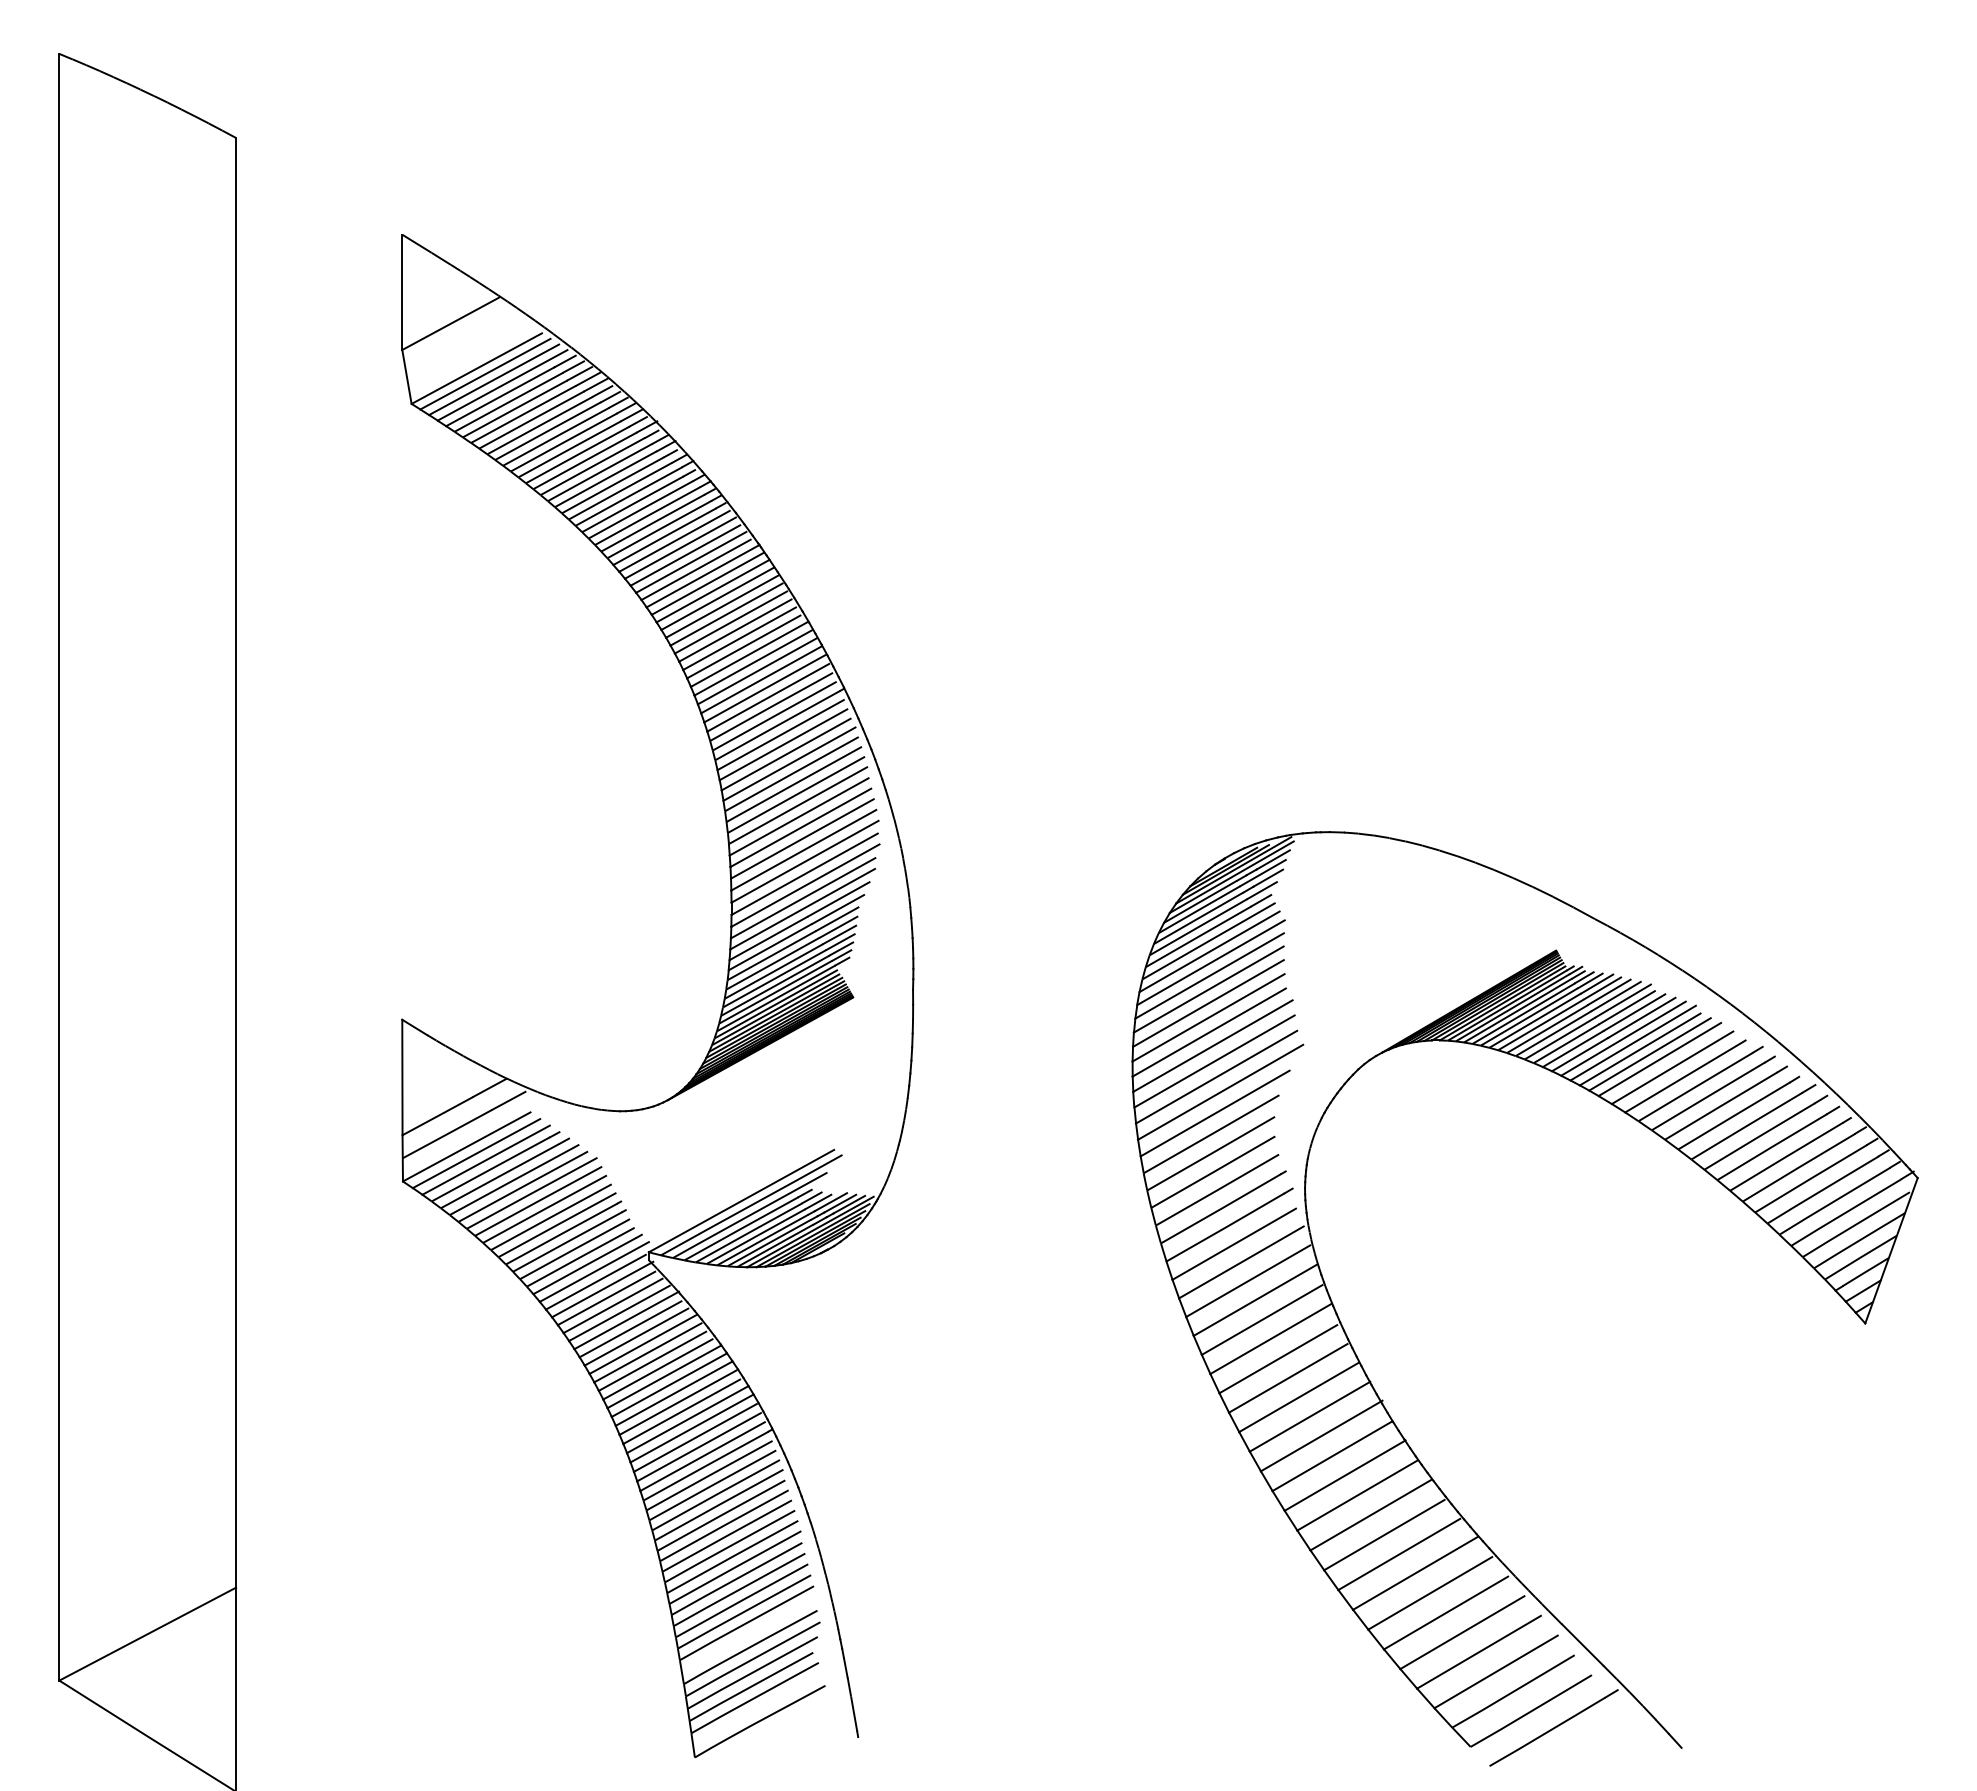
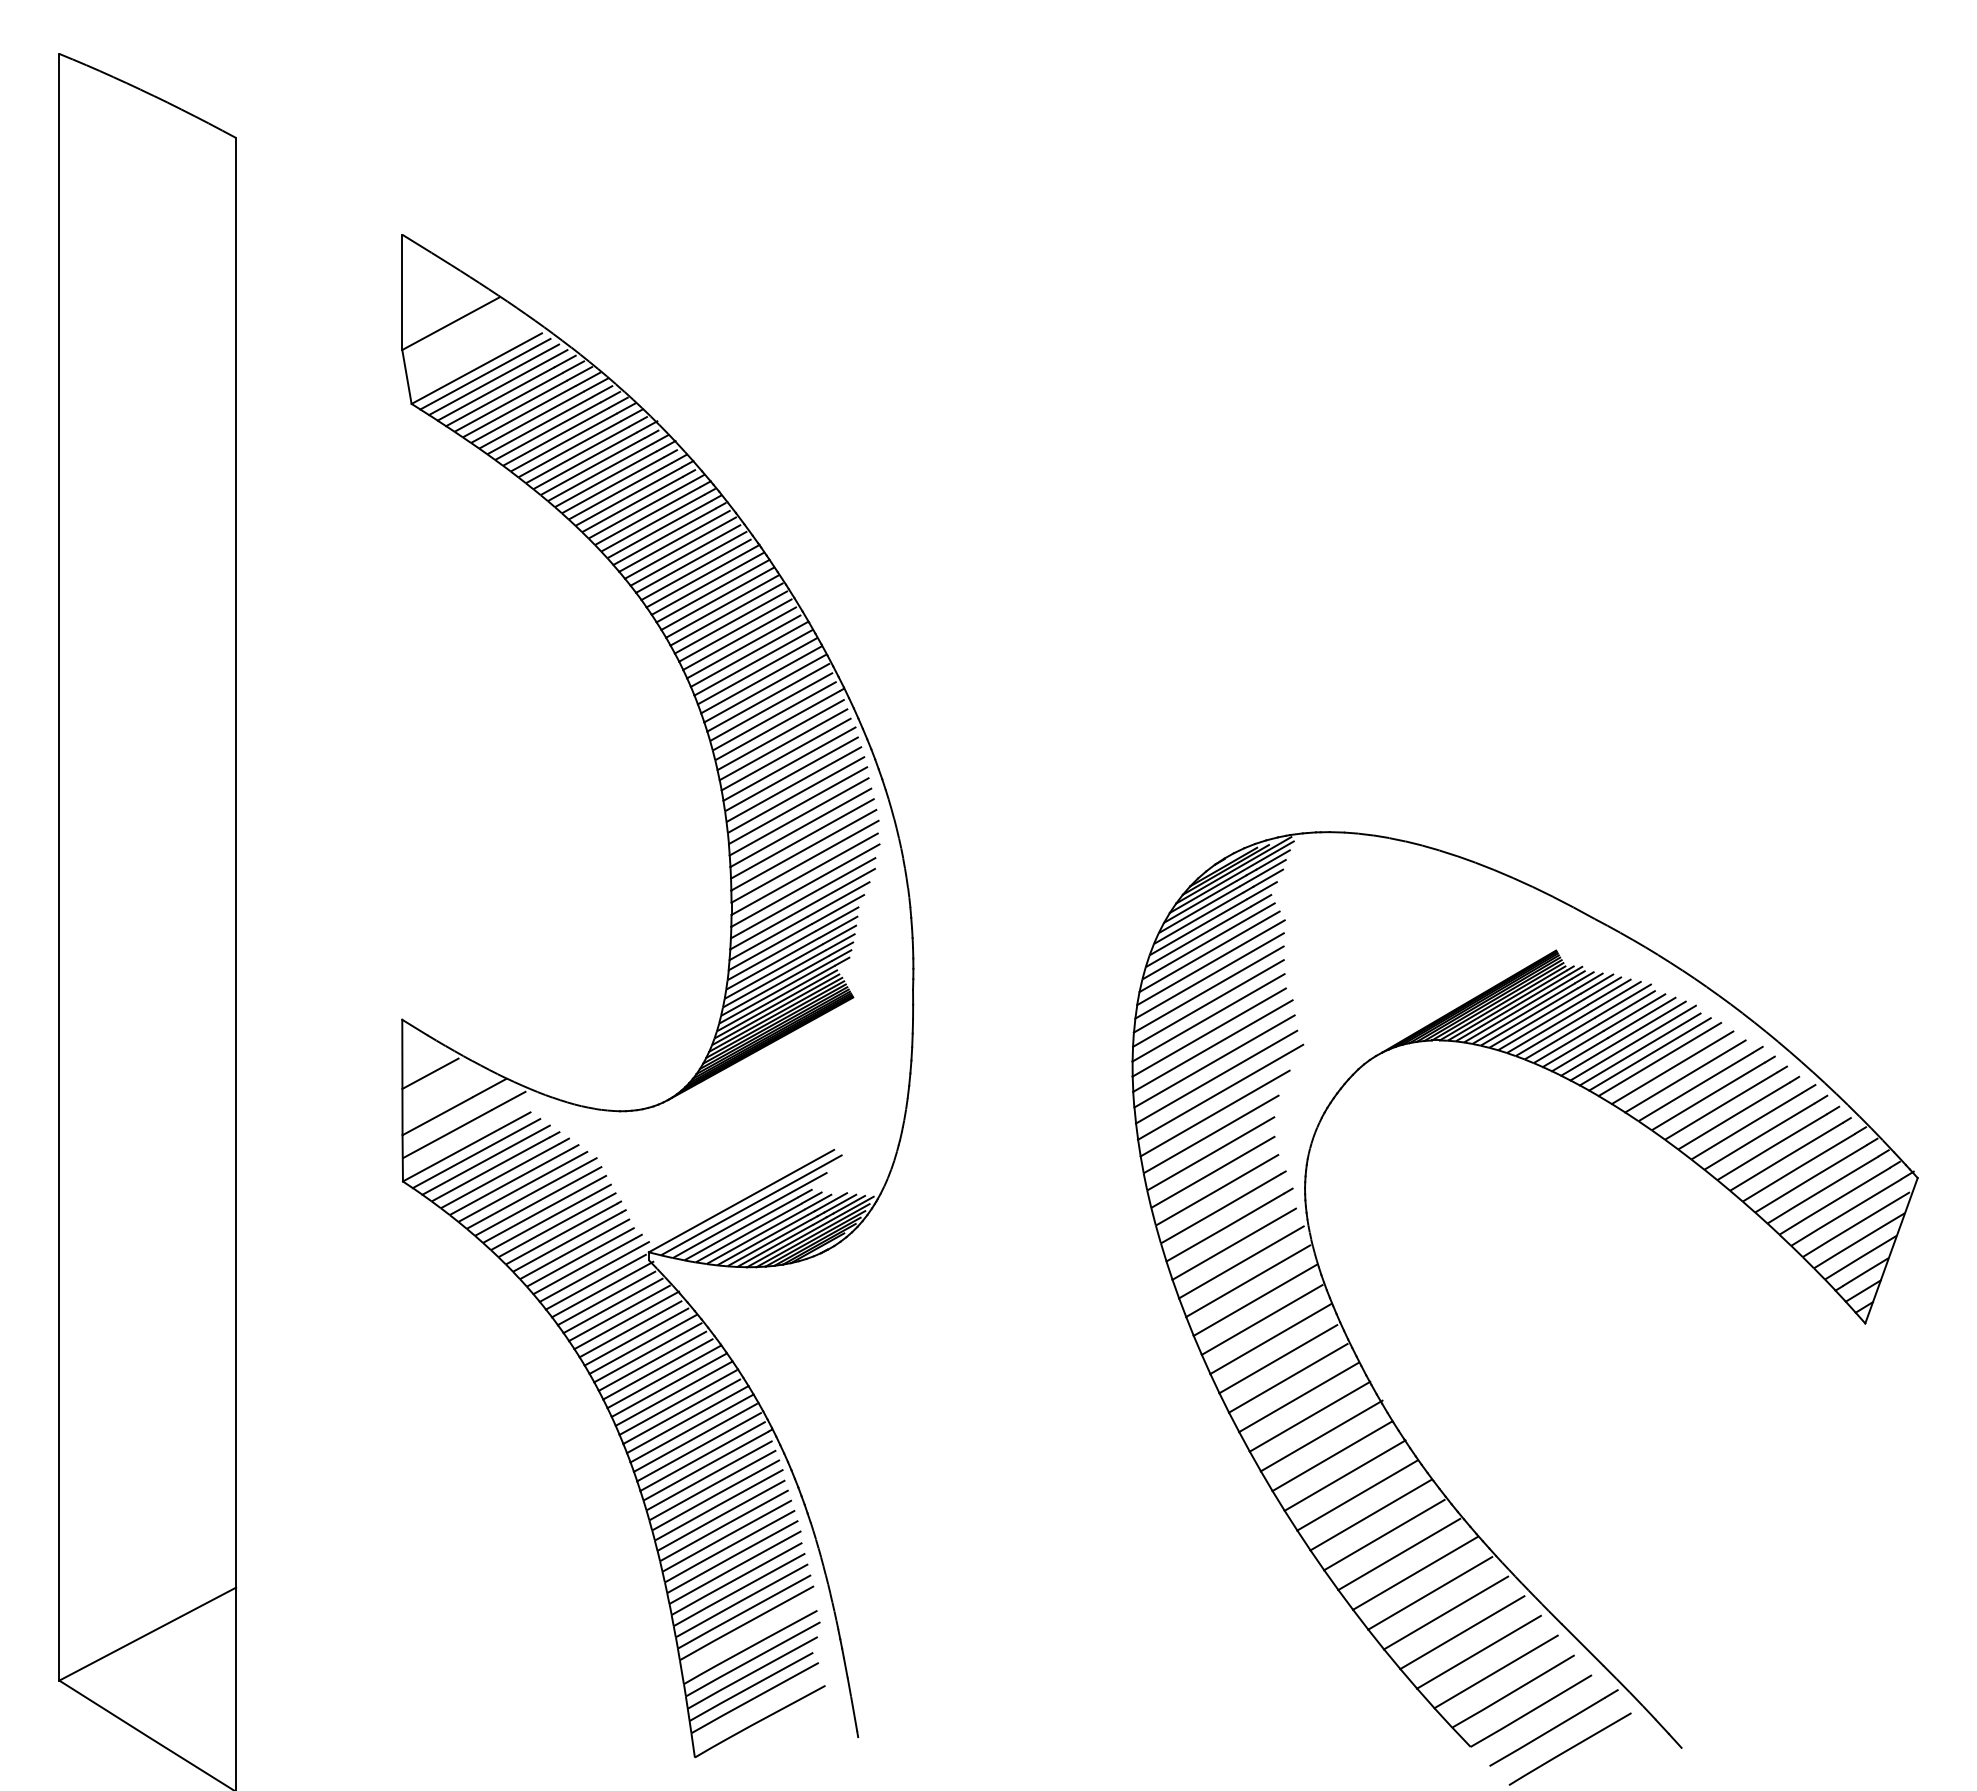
line at (430, 1073): none -> present
line at (1569, 1748): none -> present
